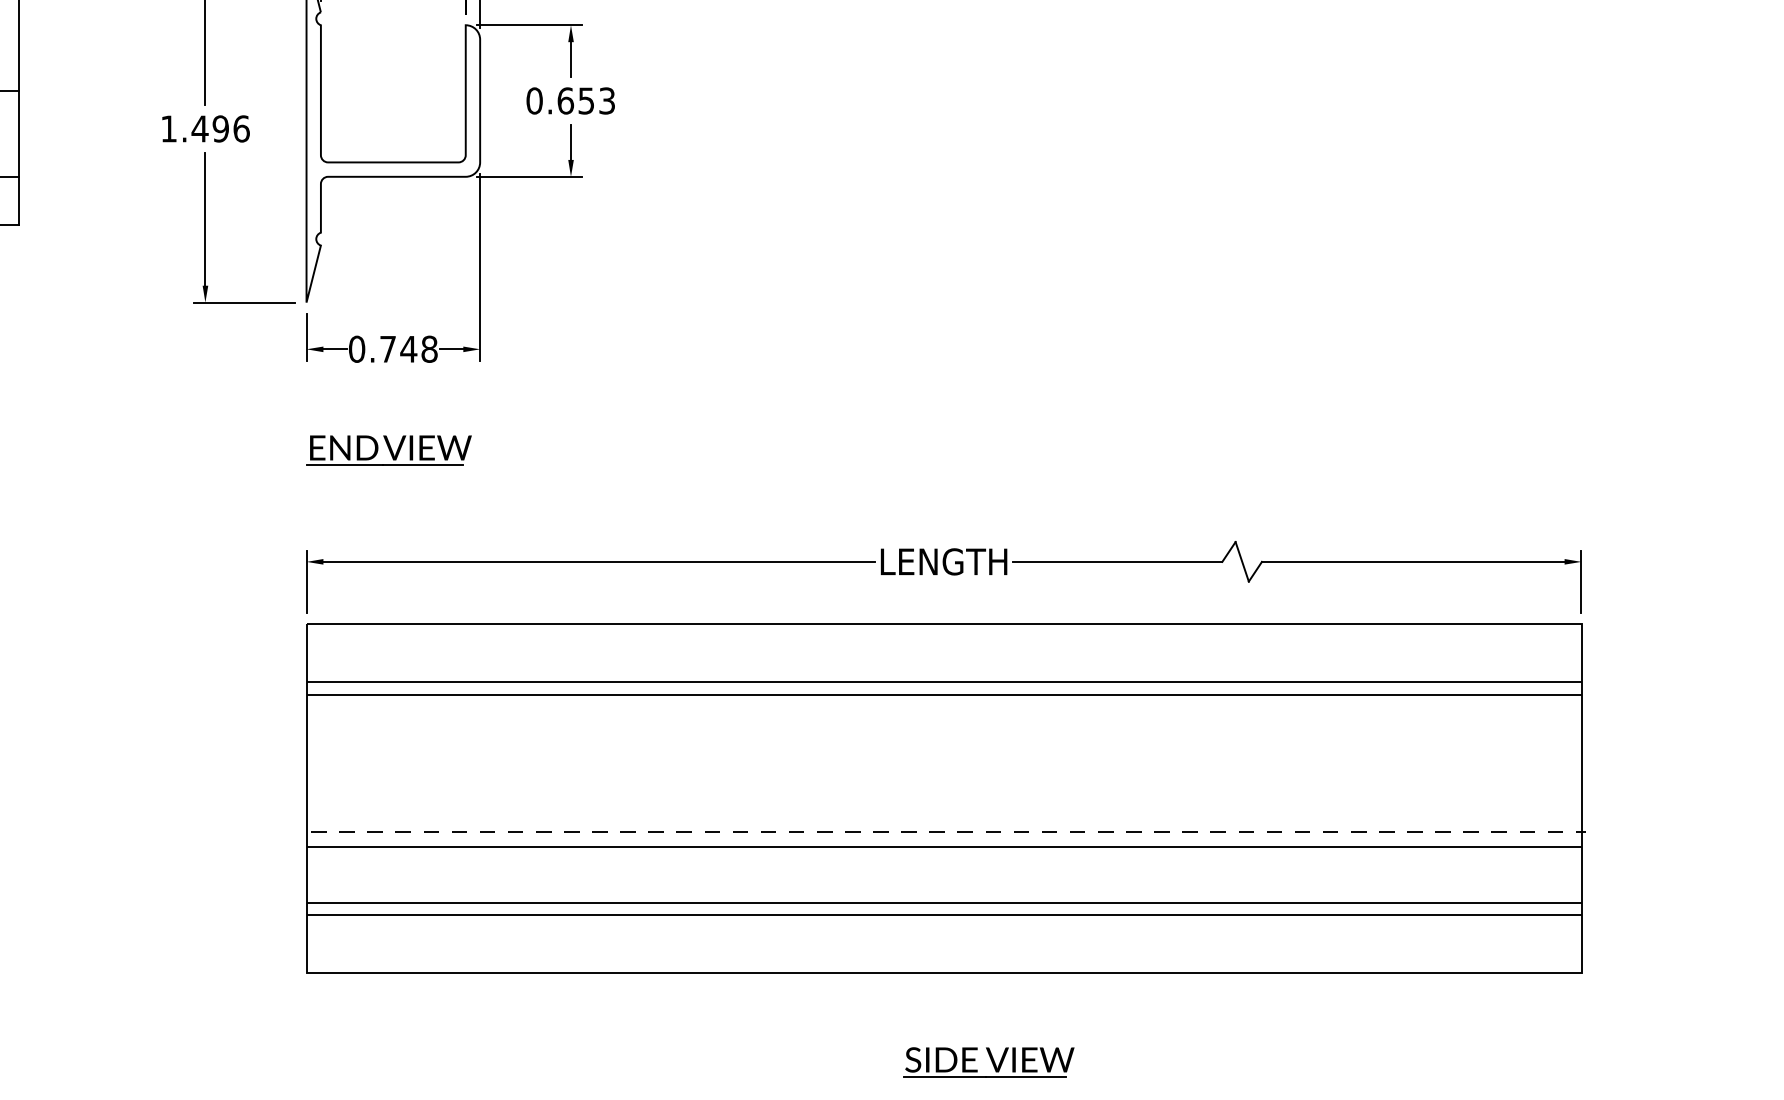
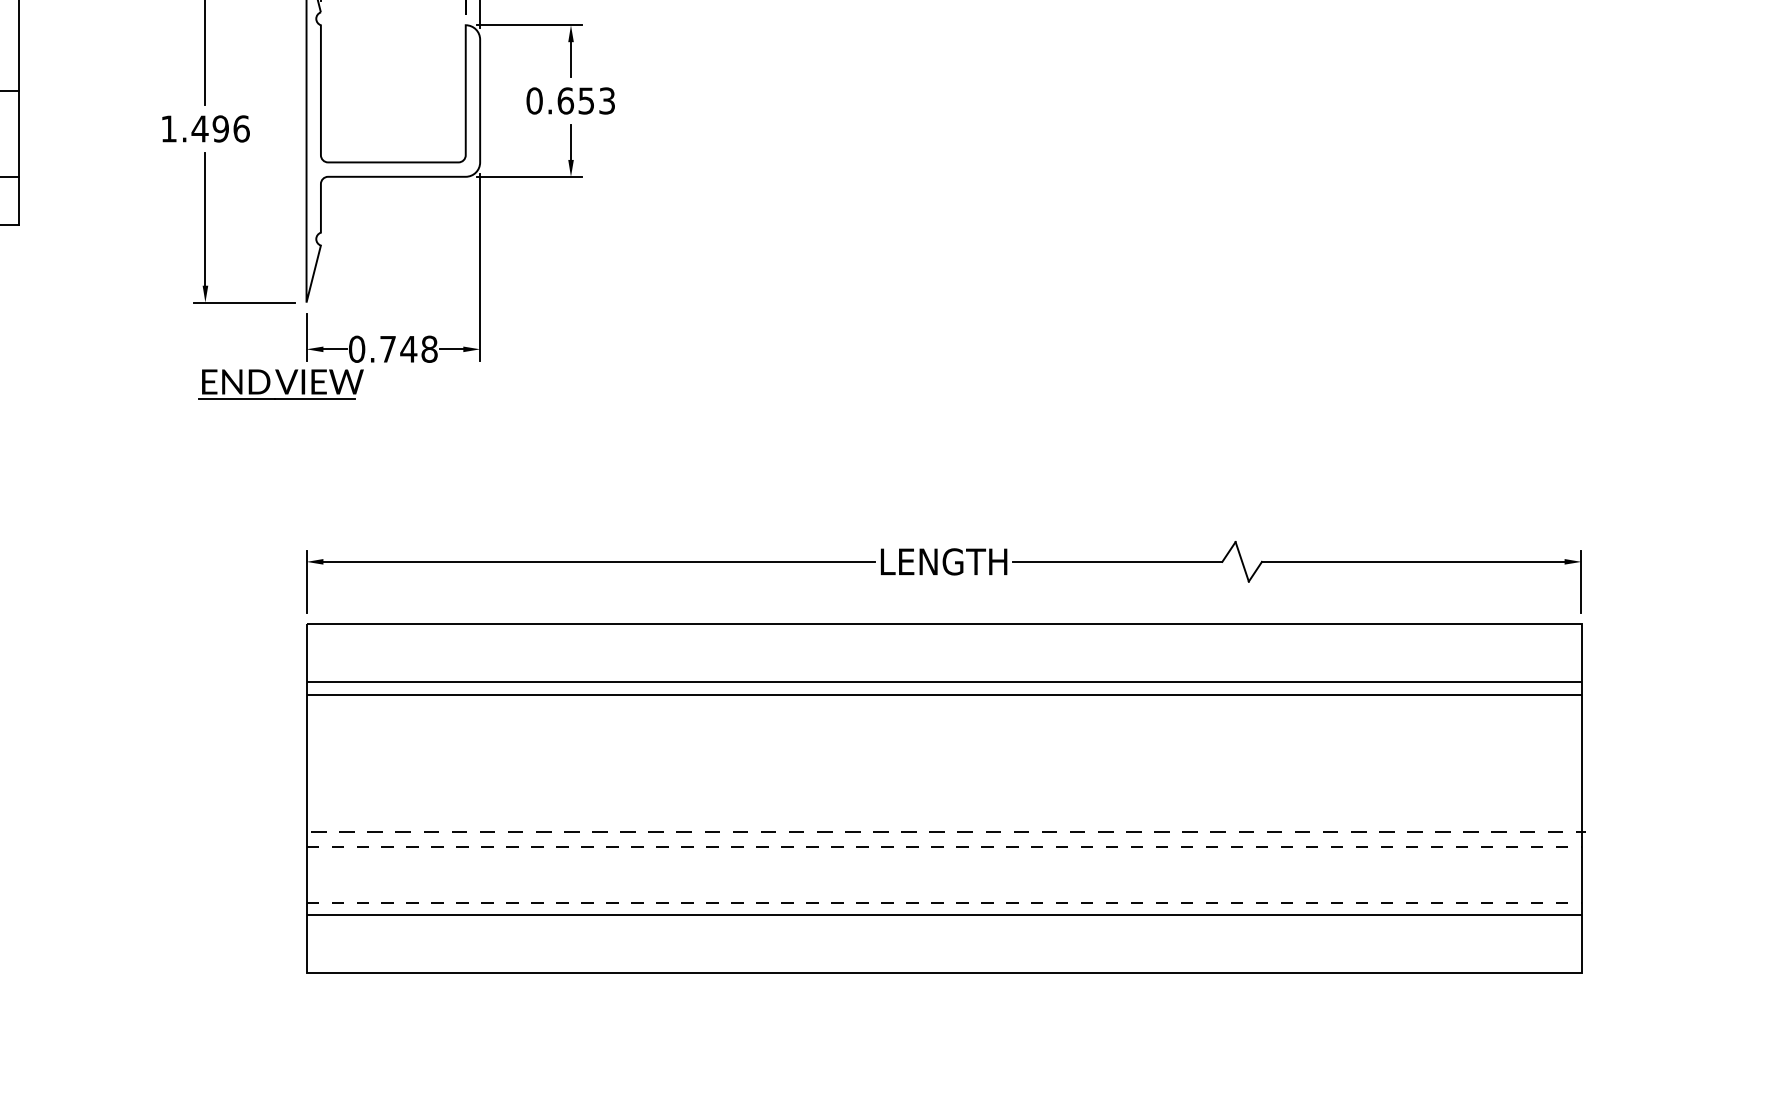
part at (388, 450) position: (388, 450) -> (280, 384)
line at (944, 846): solid -> dashed
line at (944, 902): solid -> dashed
part at (988, 1062): present -> none
